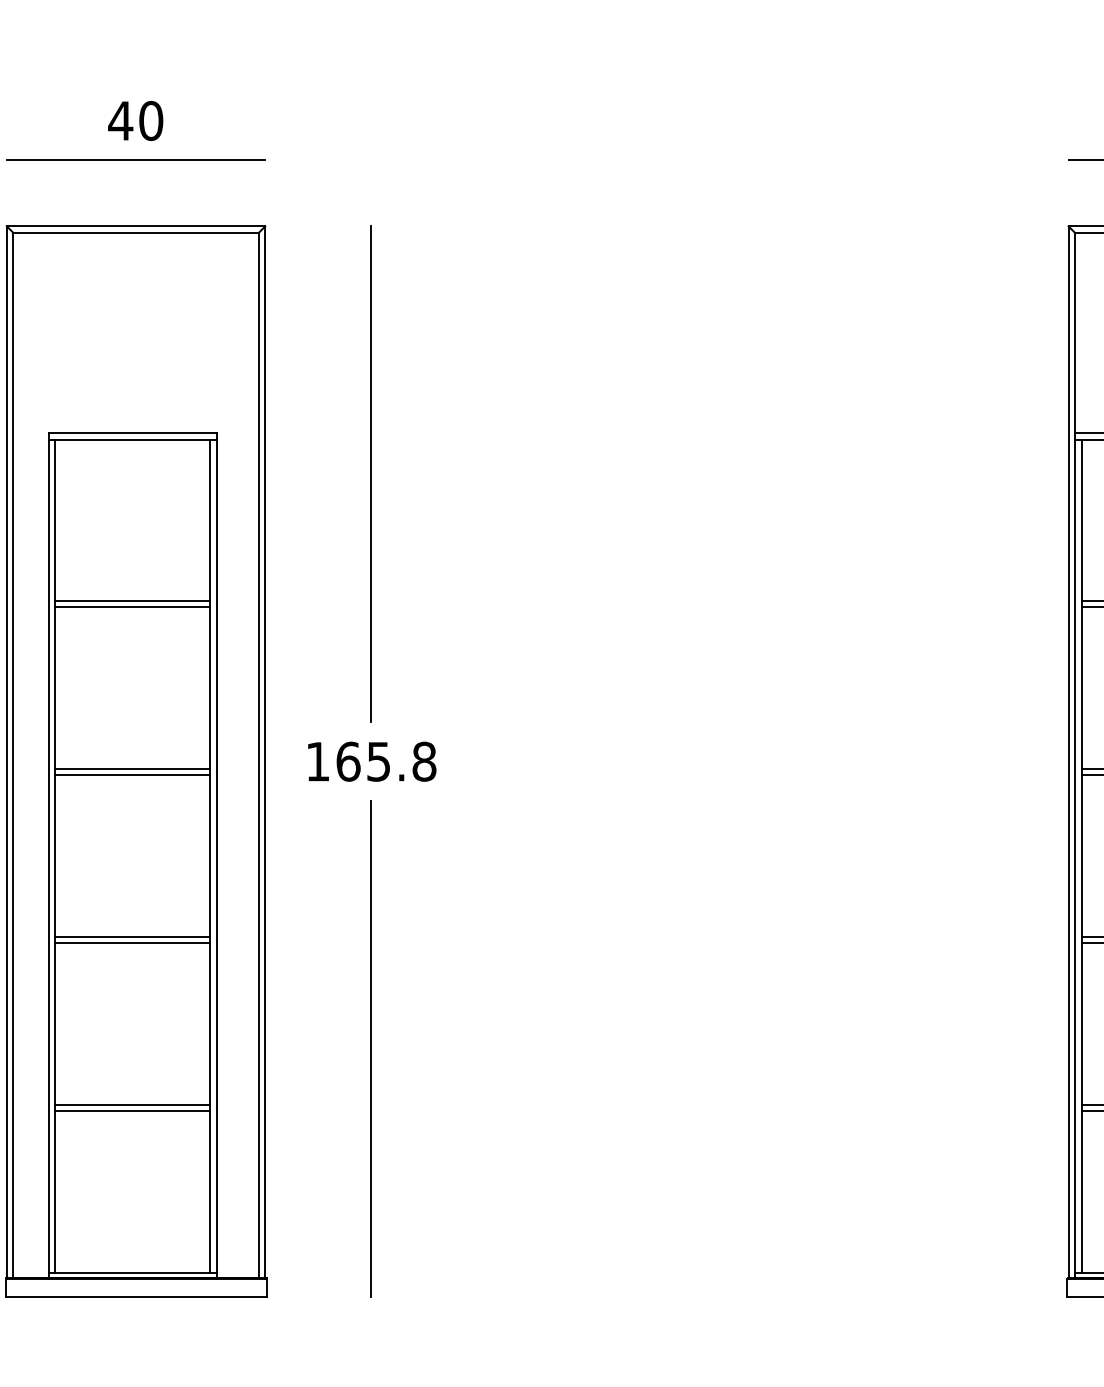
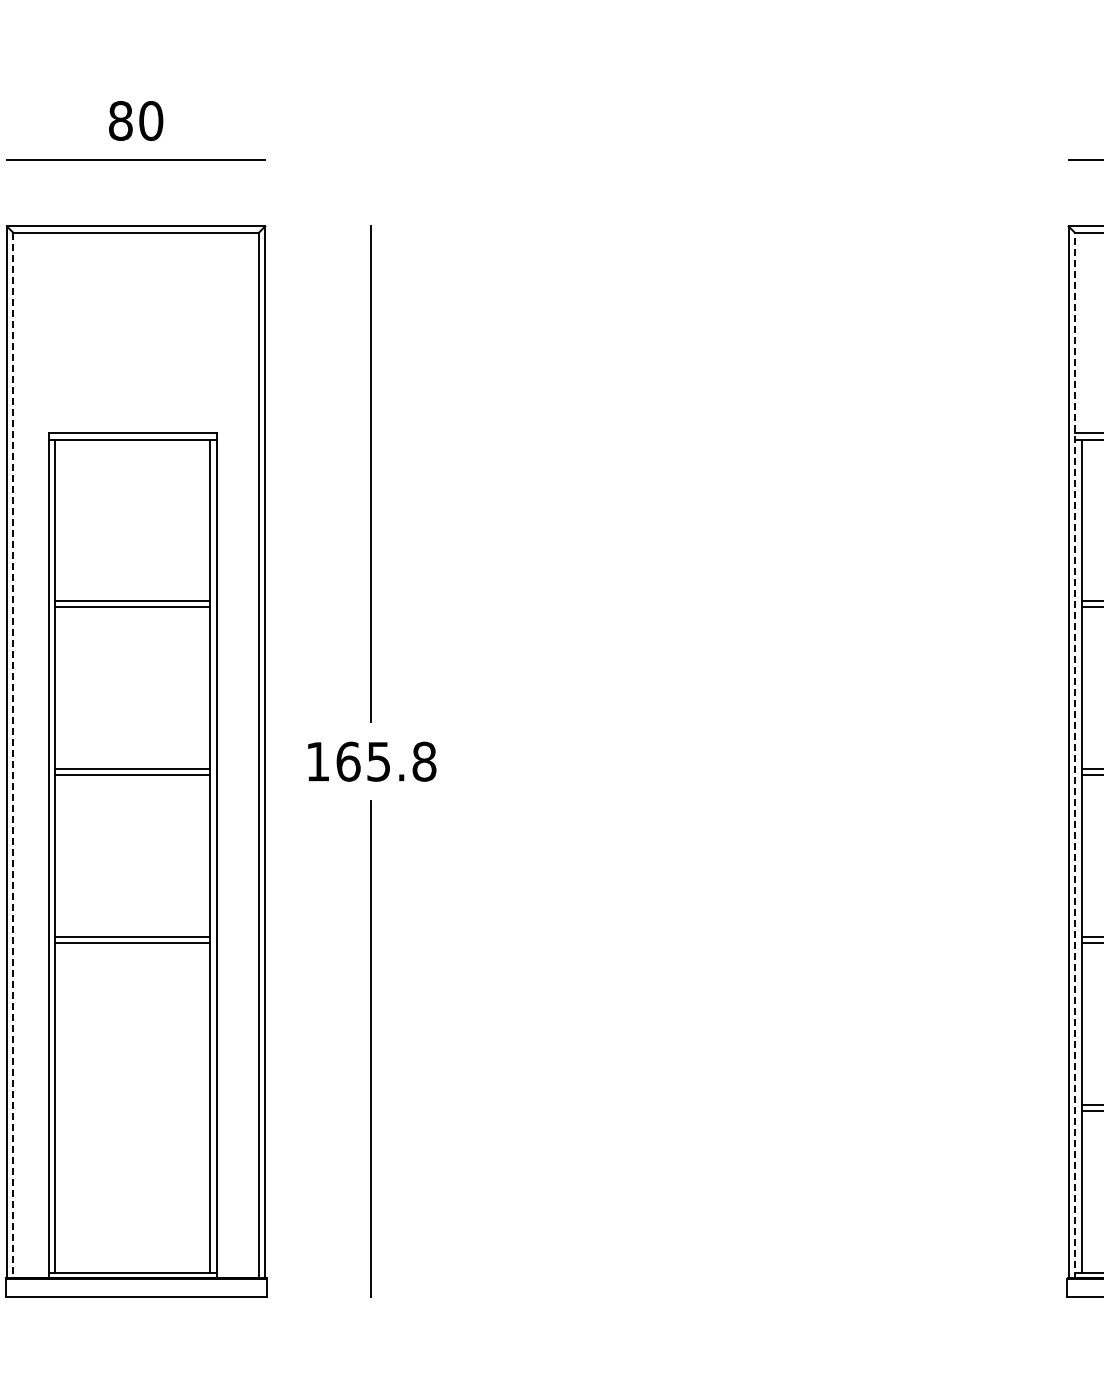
text at (120, 120): 40 -> 80
line at (1075, 755): solid -> dashed
line at (13, 756): solid -> dashed
line at (132, 1104): present -> none
line at (132, 1111): present -> none
